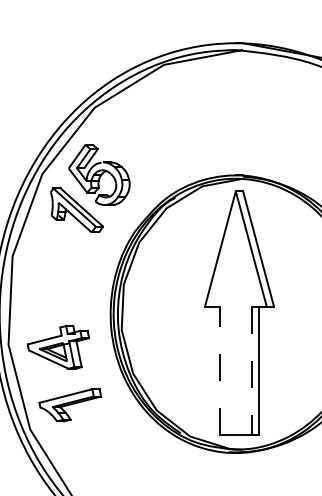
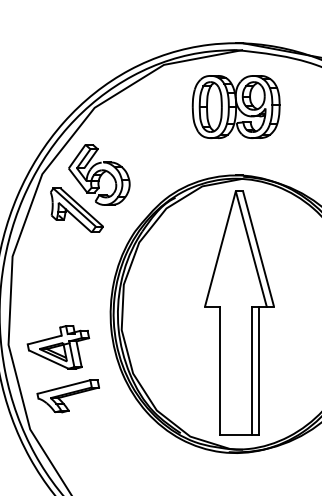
part at (235, 106): none -> present
line at (220, 370): dashed -> solid
line at (251, 371): dashed -> solid
part at (69, 405) position: (69, 405) -> (67, 396)
